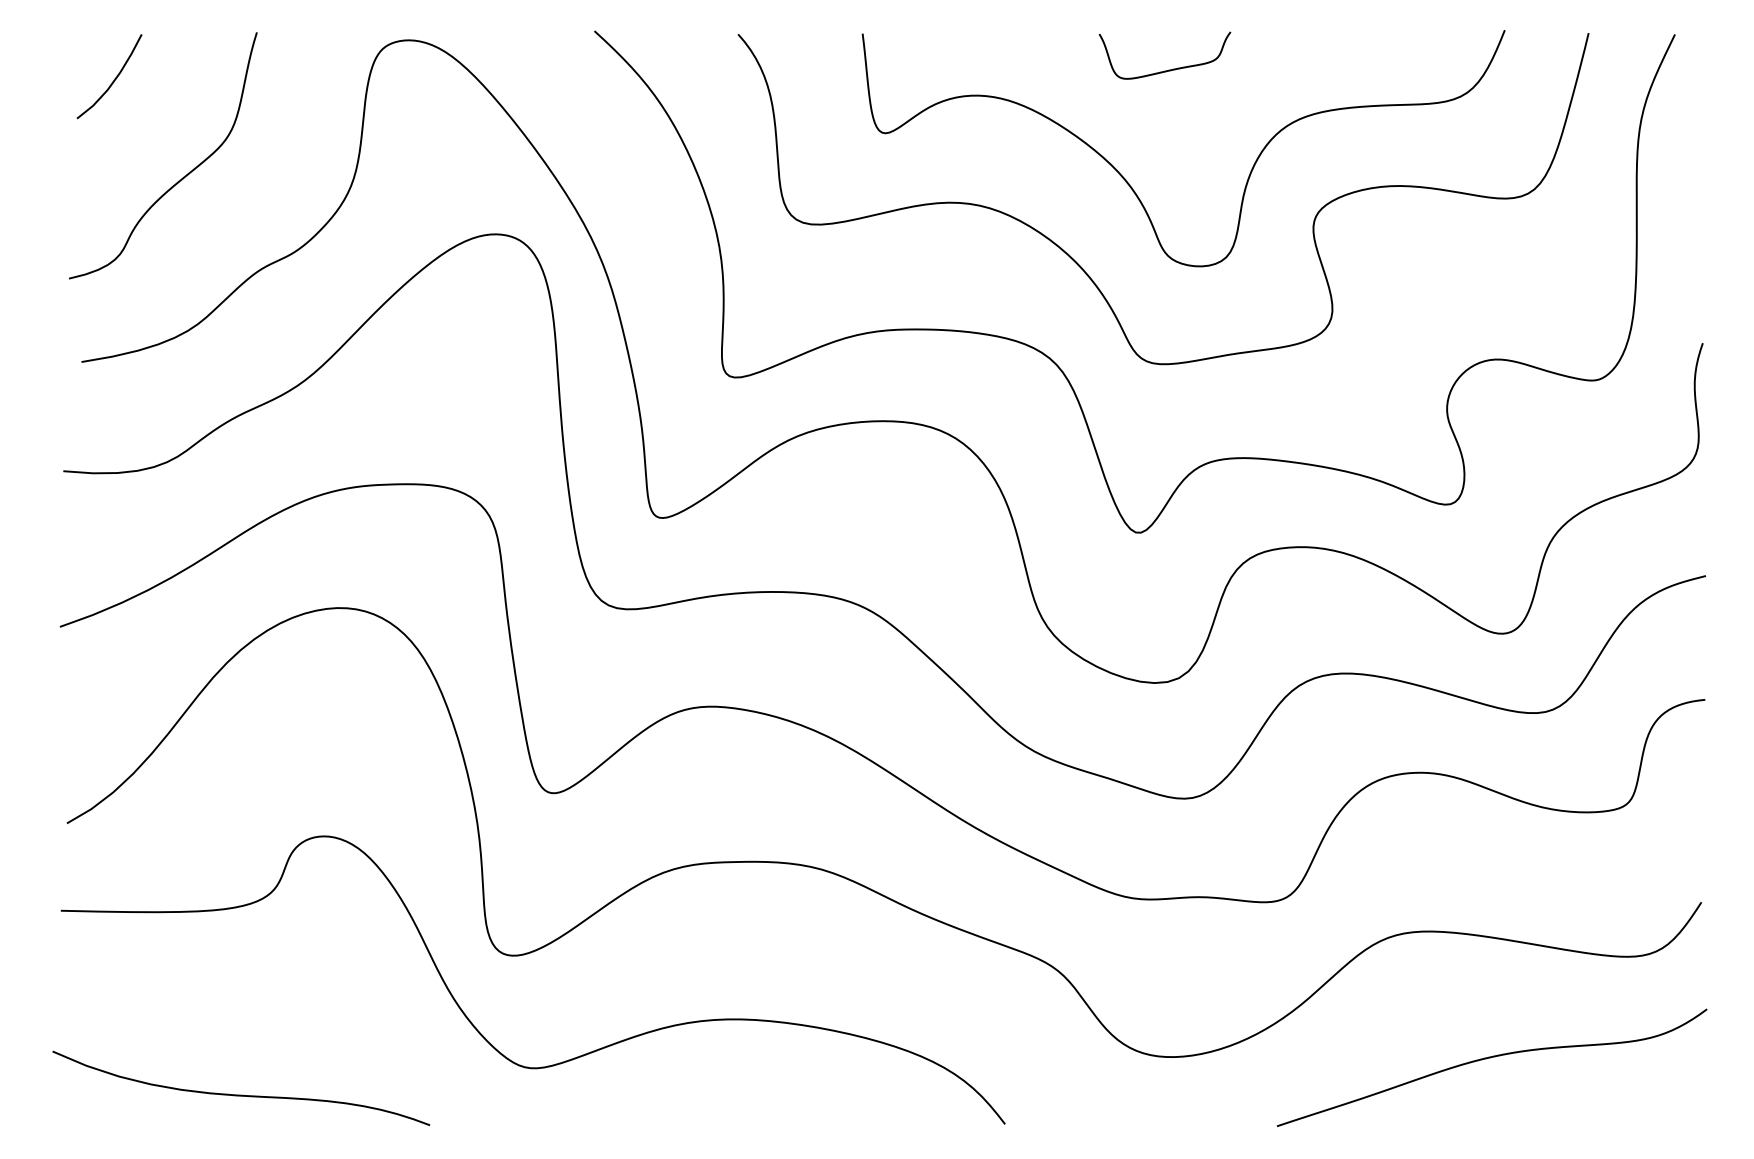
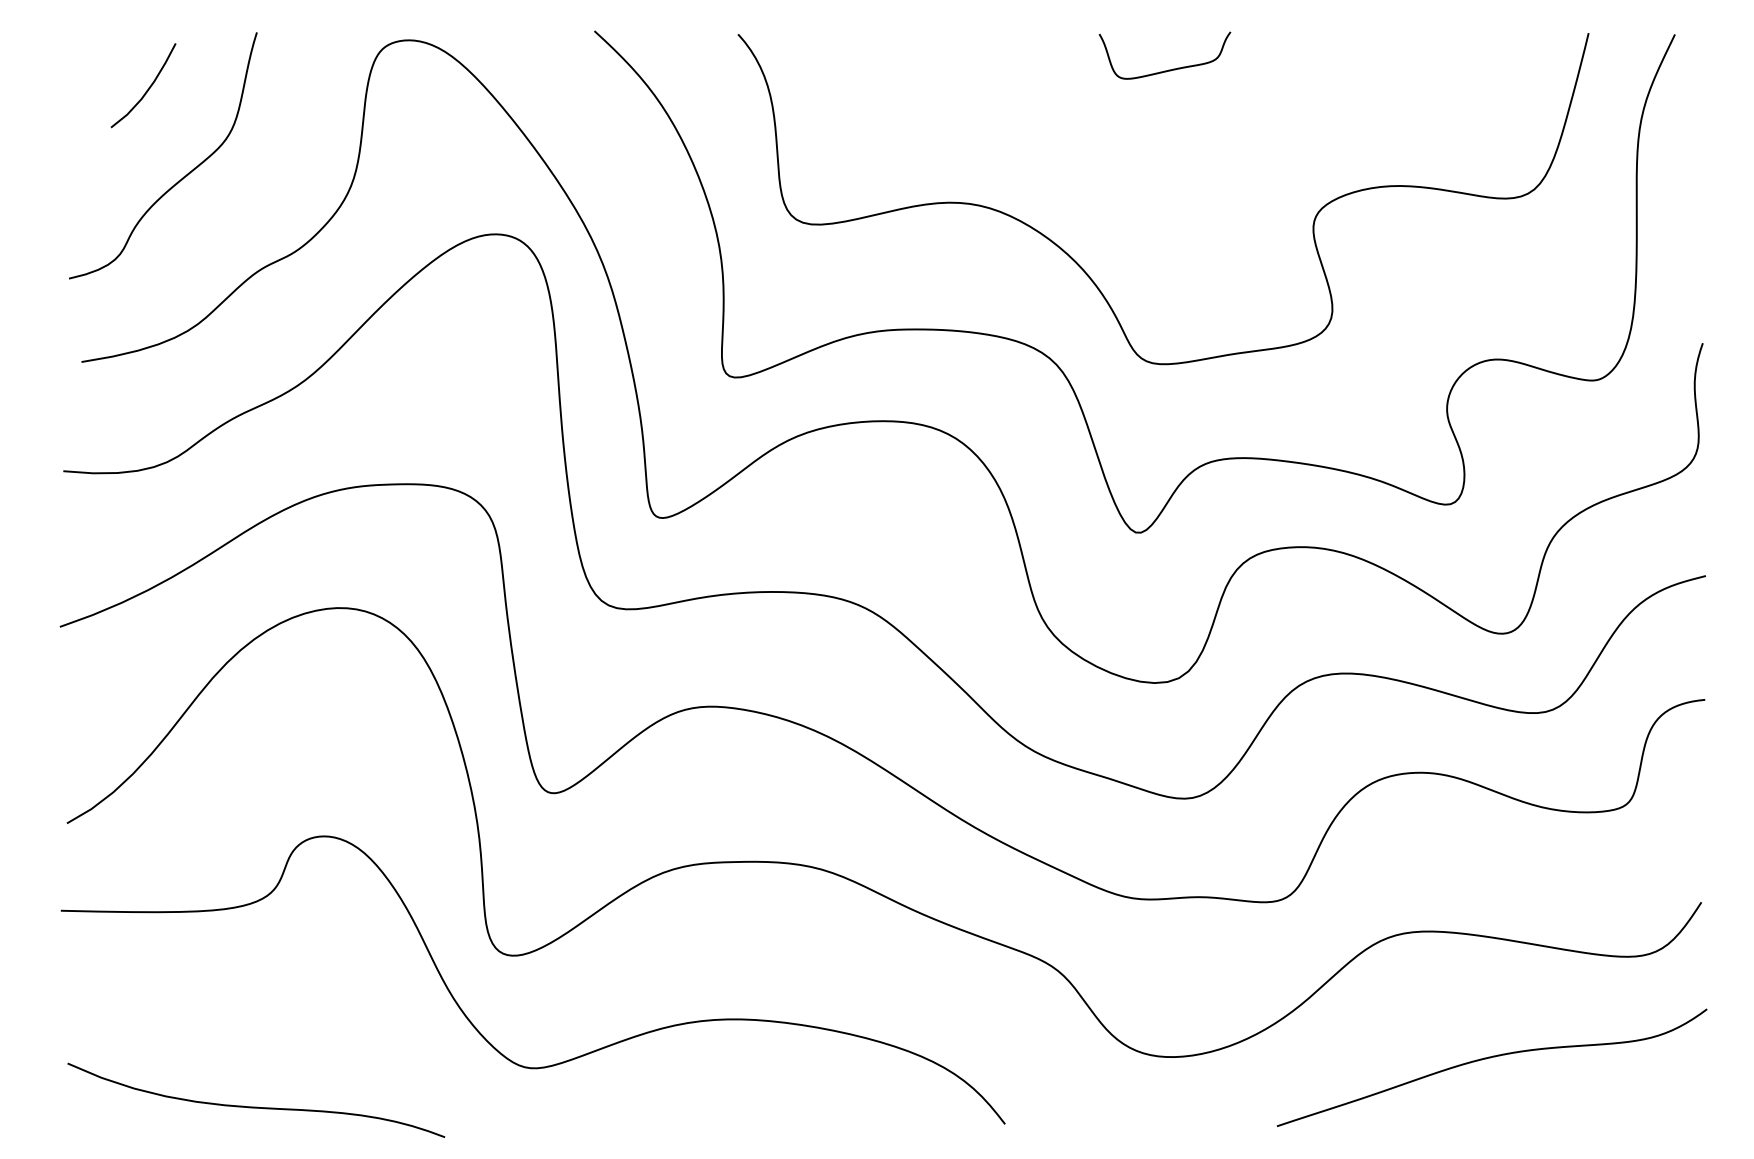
curve at (114, 78) position: (114, 78) -> (148, 87)
curve at (1132, 187): present -> none
curve at (241, 1094) position: (241, 1094) -> (256, 1106)
